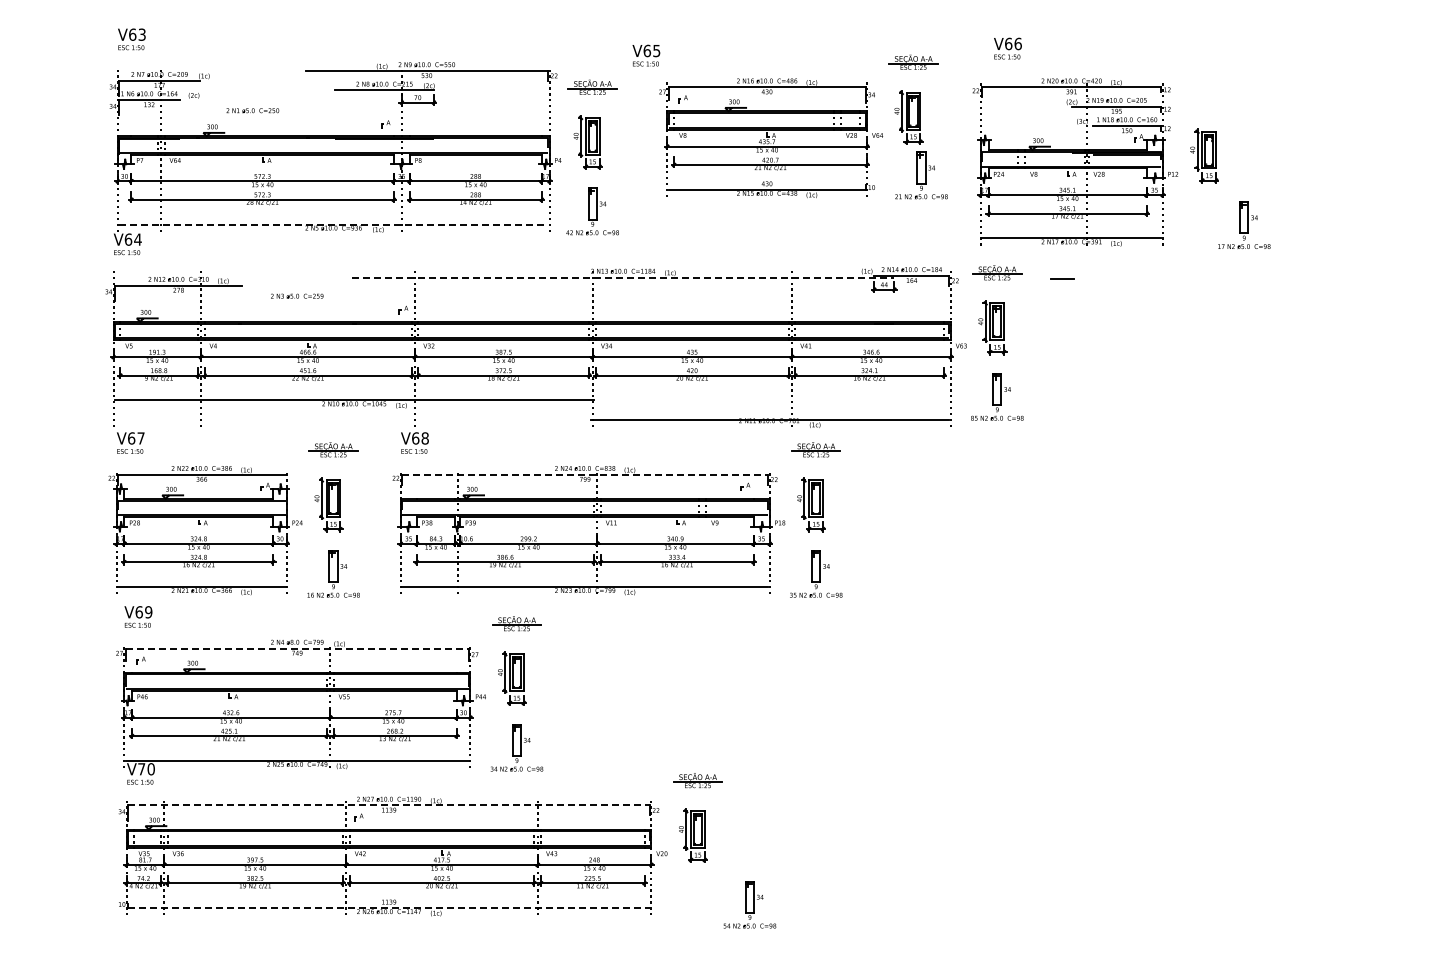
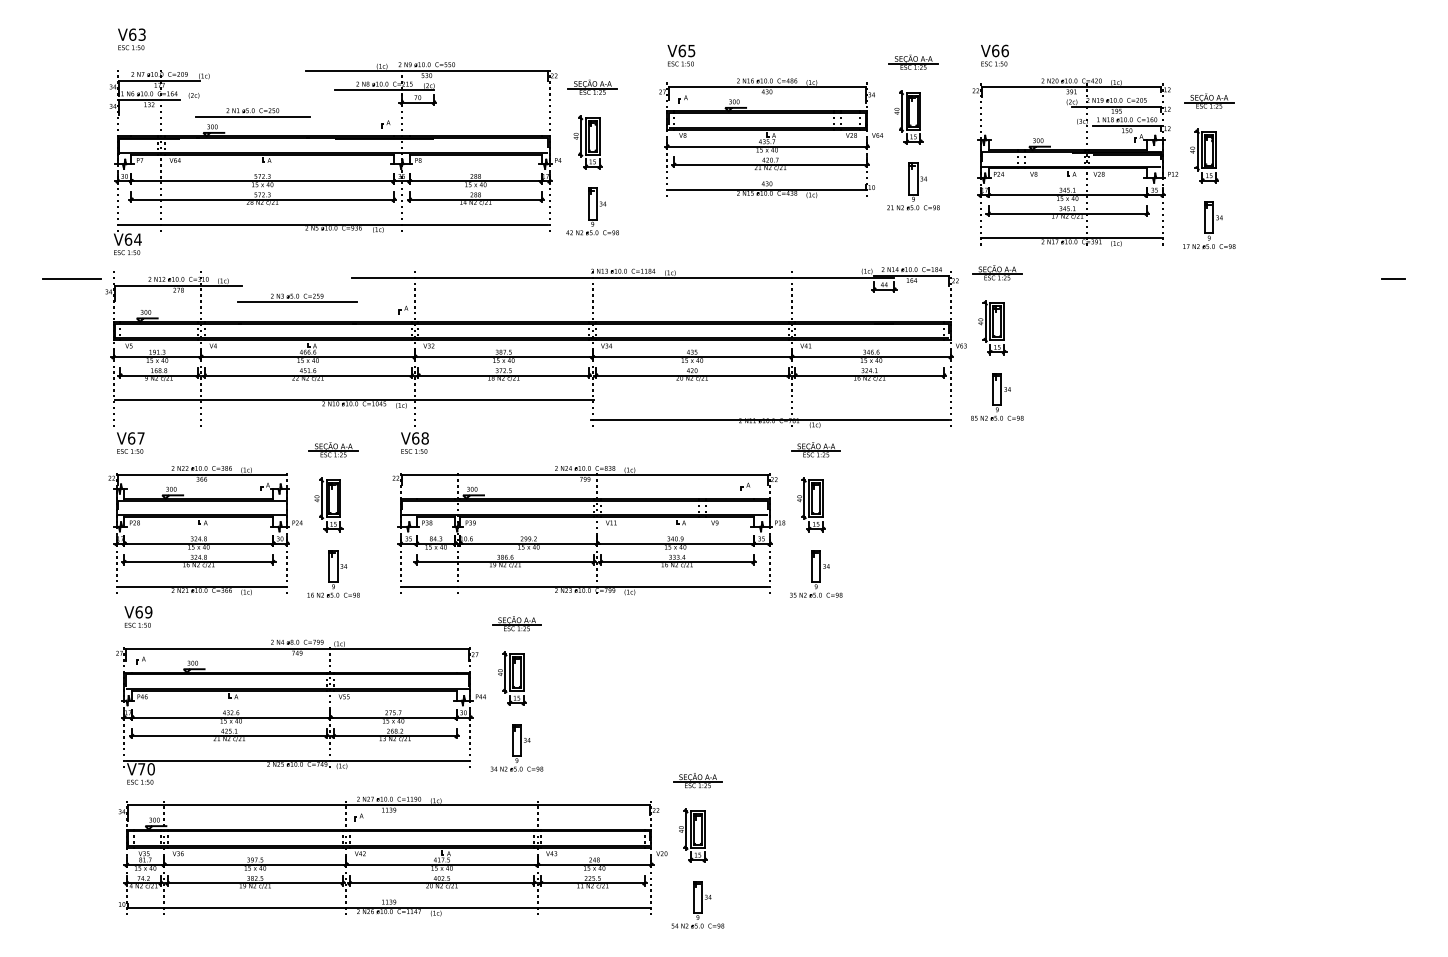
text at (1007, 48) position: (1007, 48) -> (994, 55)
text at (646, 55) position: (646, 55) -> (681, 55)
part at (1209, 100): none -> present
line at (252, 116): none -> present
part at (921, 175) position: (921, 175) -> (913, 186)
line at (333, 224): dashed -> solid
part at (1244, 224) position: (1244, 224) -> (1209, 224)
line at (623, 277): dashed -> solid
line at (71, 278): none -> present
line at (1062, 278) position: (1062, 278) -> (1393, 278)
line at (296, 302): none -> present
line at (585, 474): dashed -> solid
line at (297, 648): dashed -> solid
line at (389, 805): dashed -> solid
part at (749, 904) position: (749, 904) -> (697, 904)
line at (389, 908): dashed -> solid
